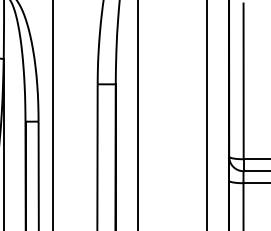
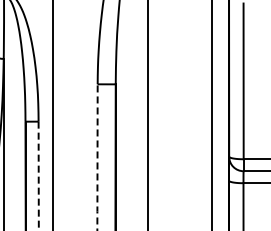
line at (137, 114) position: (137, 114) -> (147, 114)
line at (206, 114) position: (206, 114) -> (211, 114)
line at (97, 157): solid -> dashed
line at (38, 175): solid -> dashed
